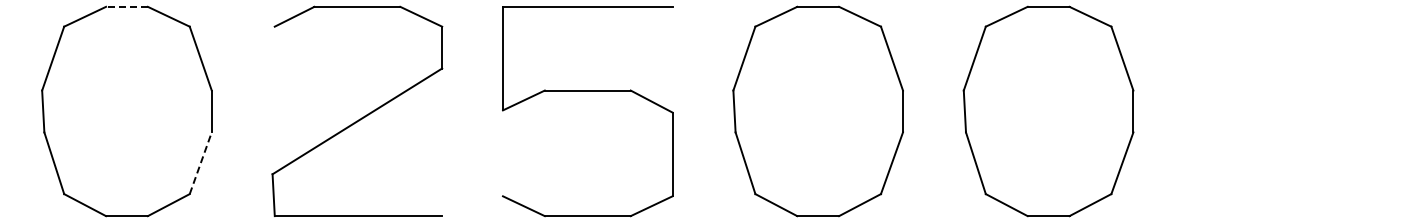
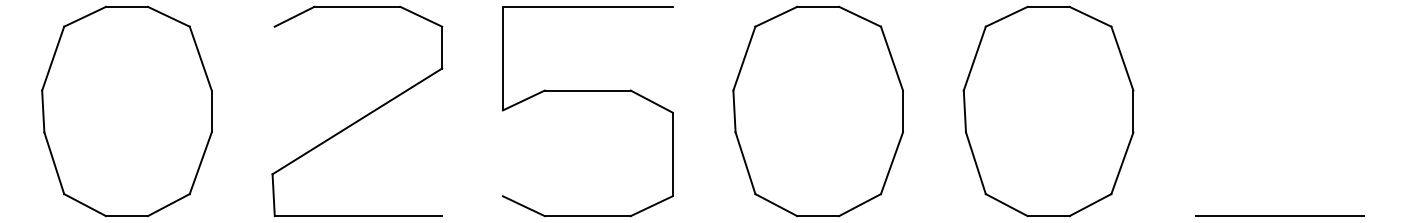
line at (126, 6): dashed -> solid
line at (200, 163): dashed -> solid
line at (1279, 215): none -> present
